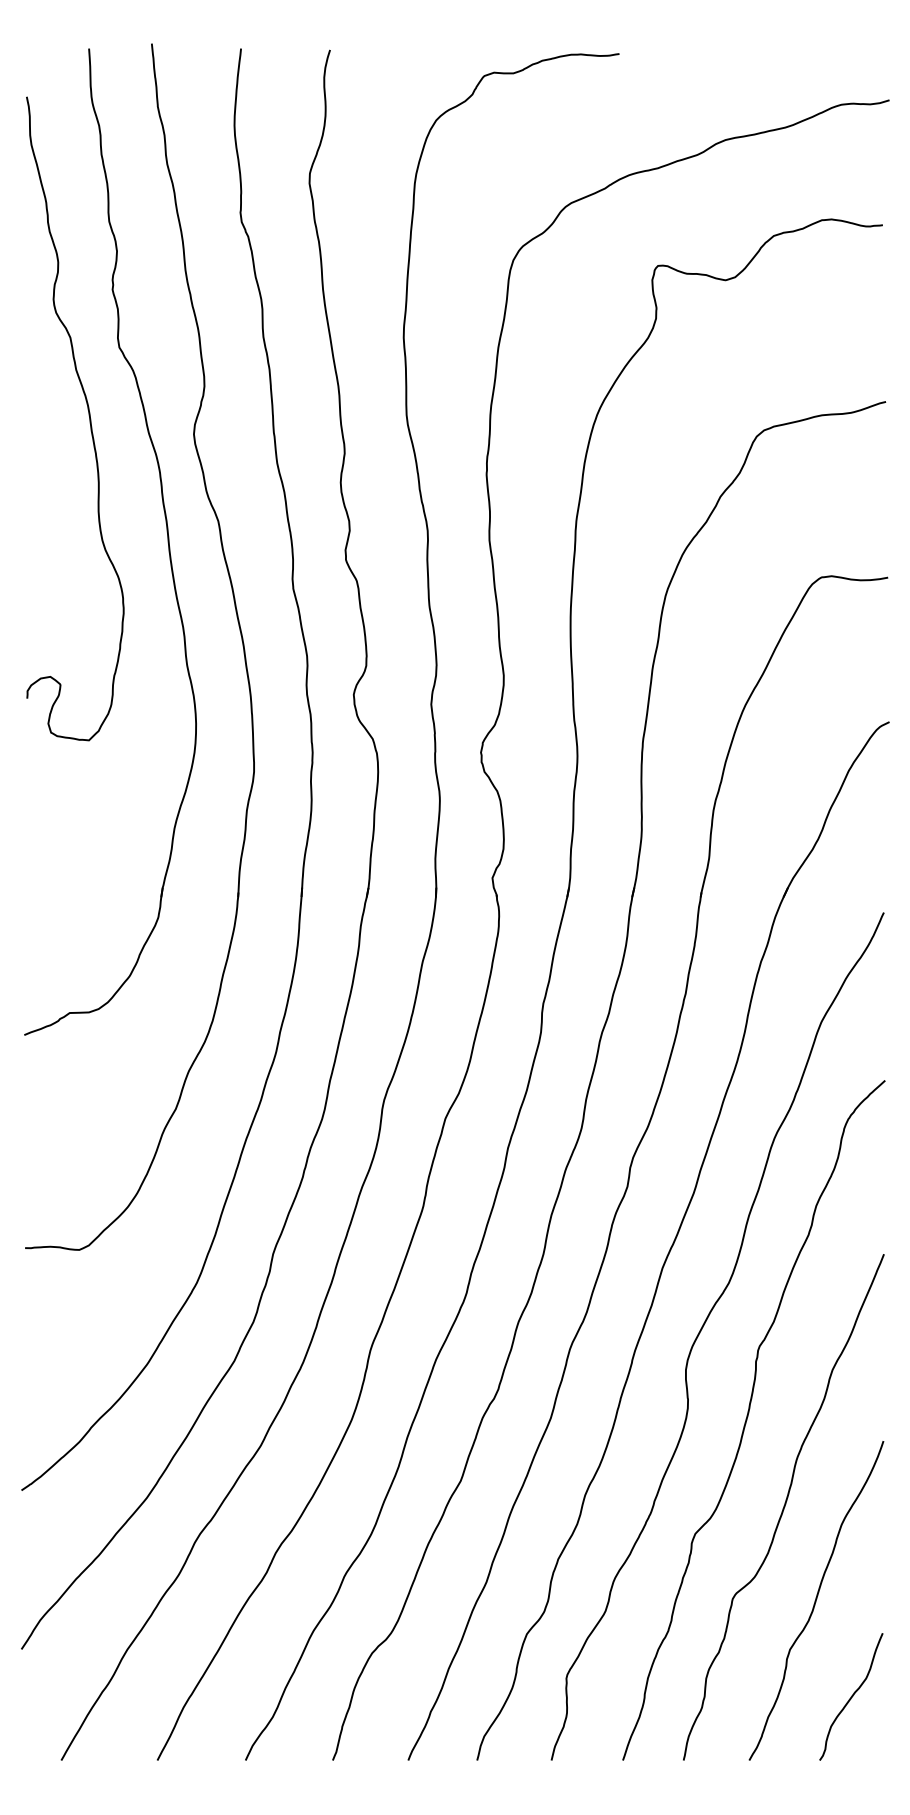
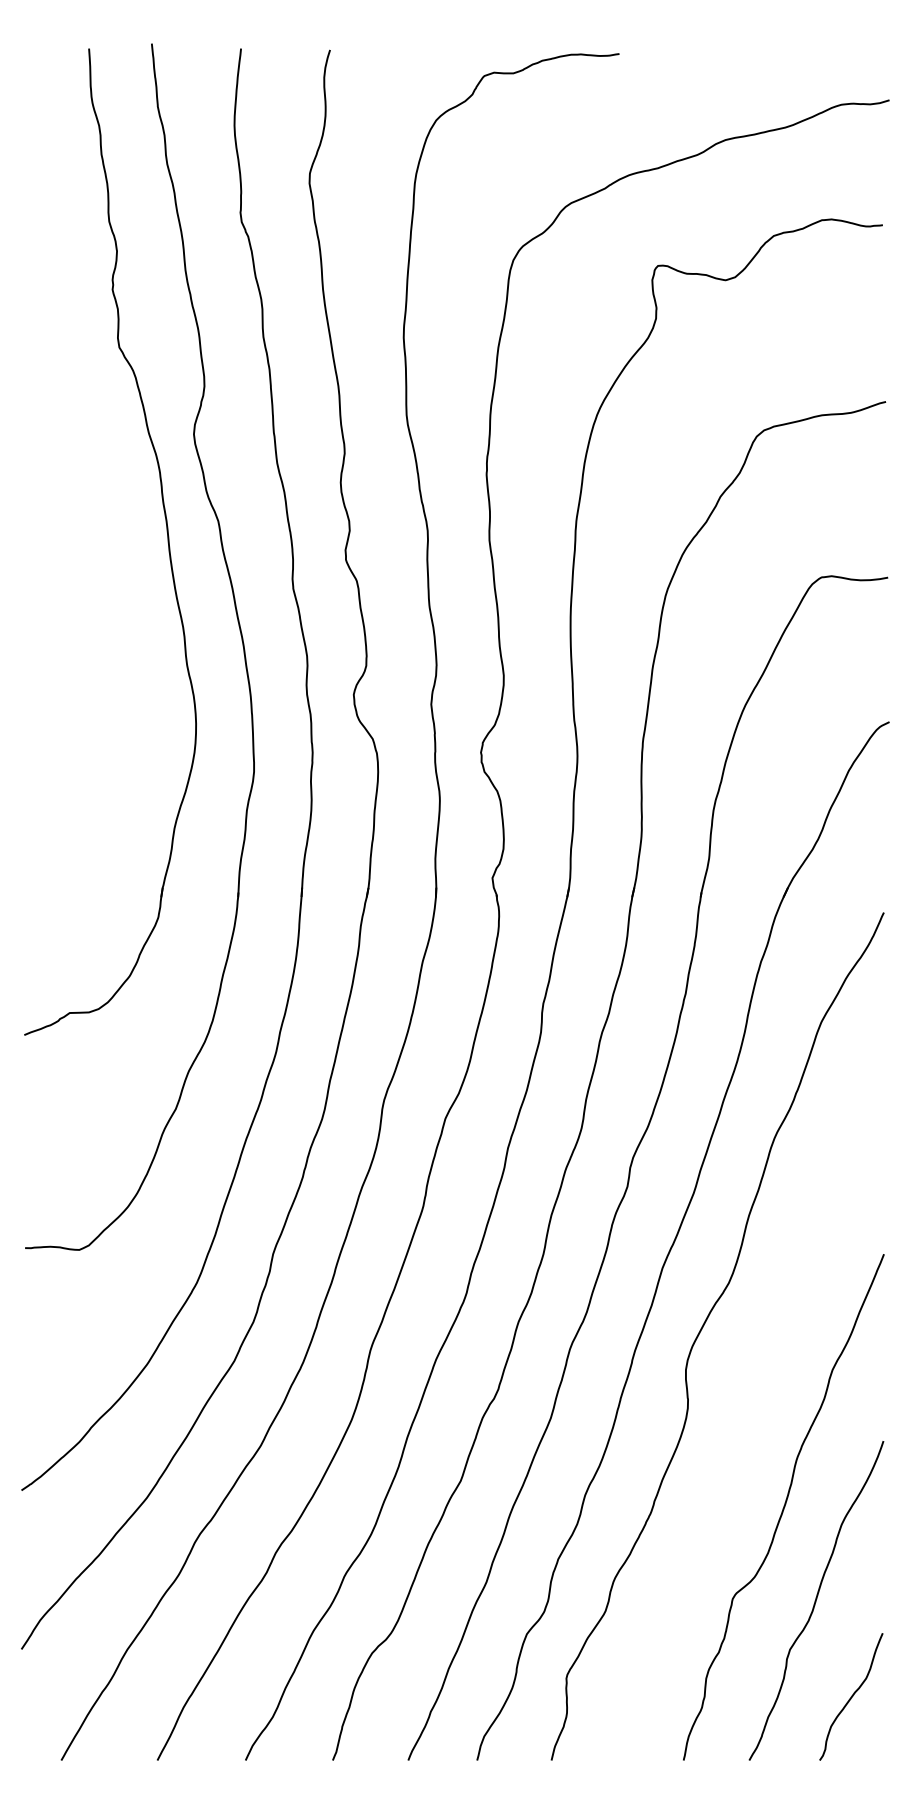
curve at (88, 415): present -> none
curve at (748, 1417): present -> none
